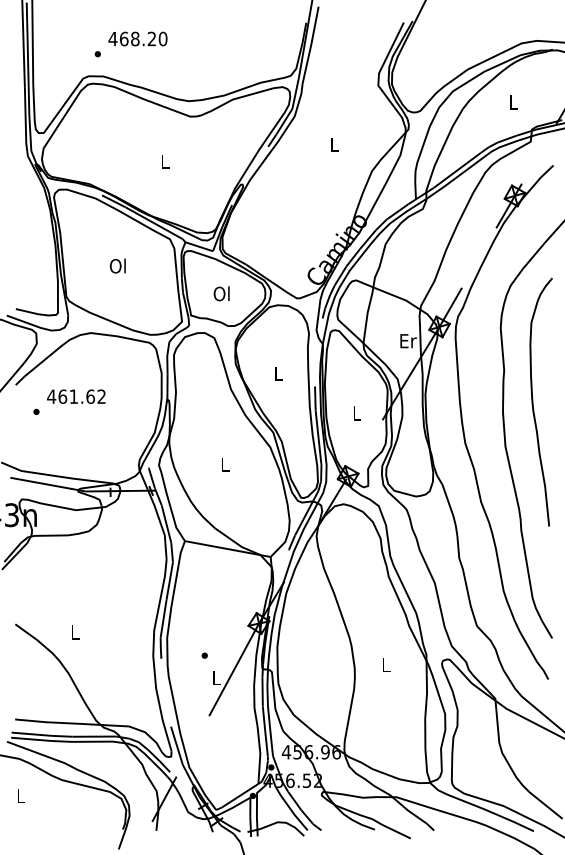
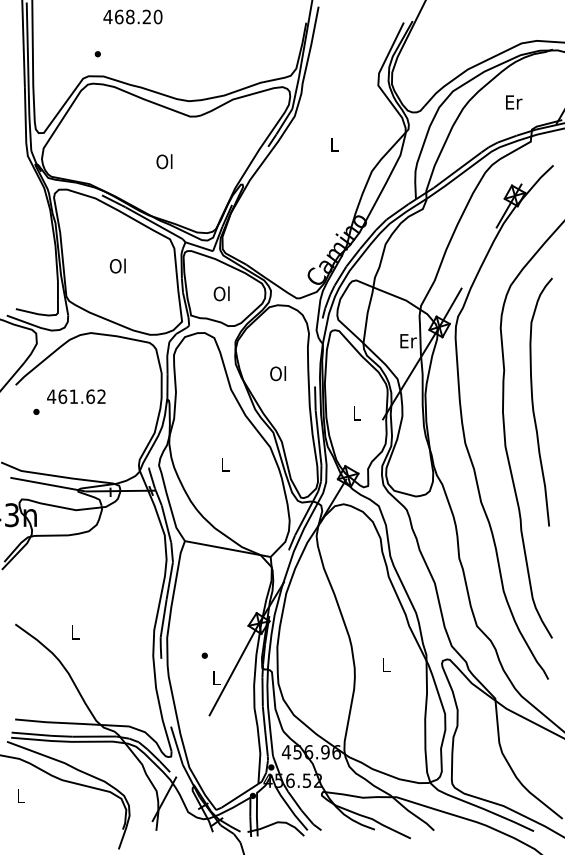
text at (137, 38) position: (137, 38) -> (132, 16)
text at (514, 102): L -> Er
text at (164, 161): L -> Ol
text at (278, 373): L -> Ol
